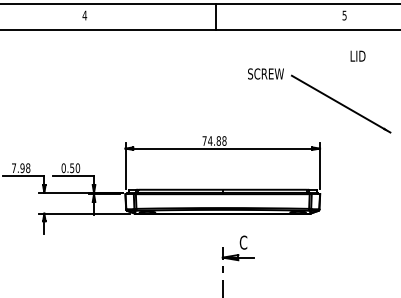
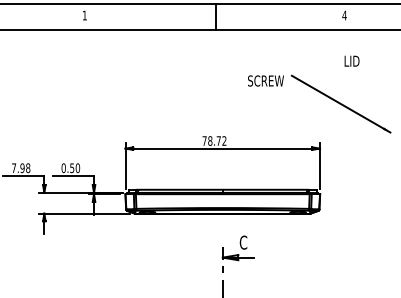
text at (84, 15): 4 -> 1
text at (344, 15): 5 -> 4
text at (357, 55) position: (357, 55) -> (351, 60)
text at (265, 73) position: (265, 73) -> (265, 80)
text at (217, 140): 74.88 -> 78.72
